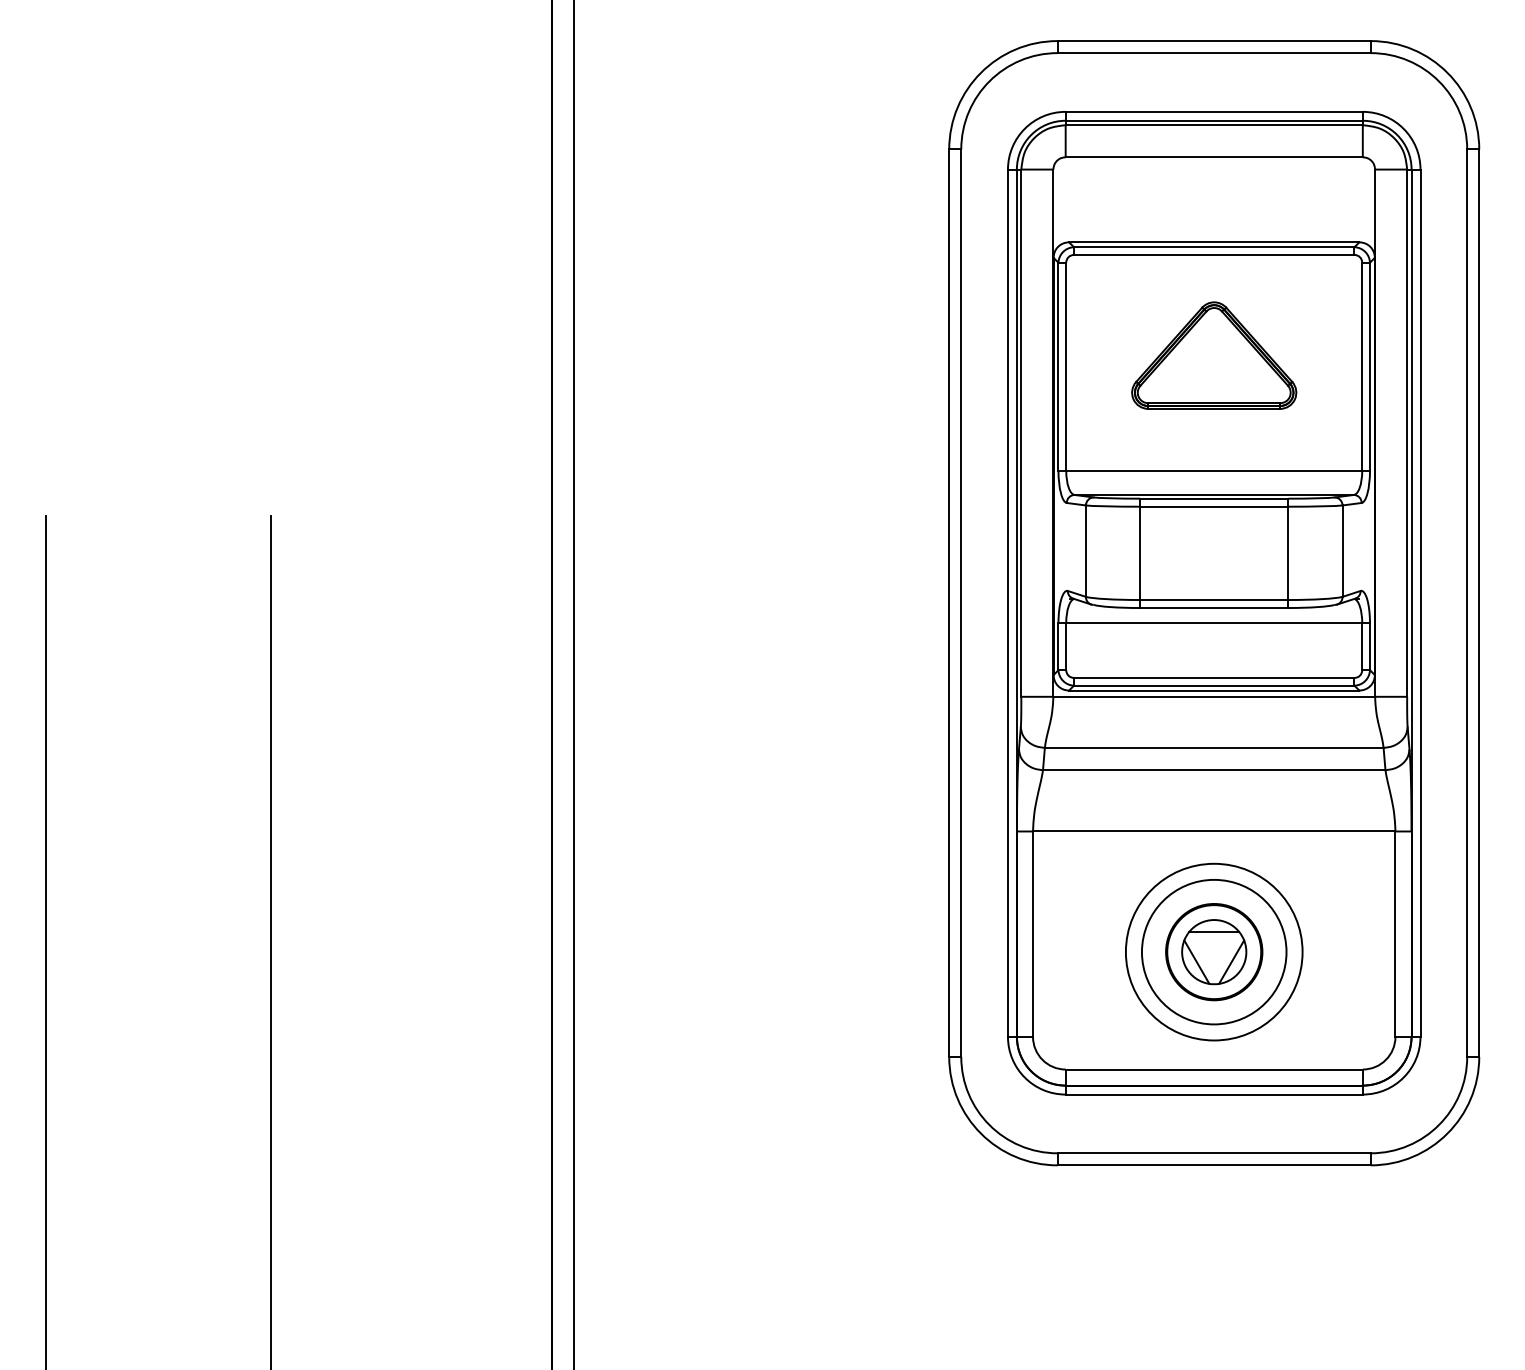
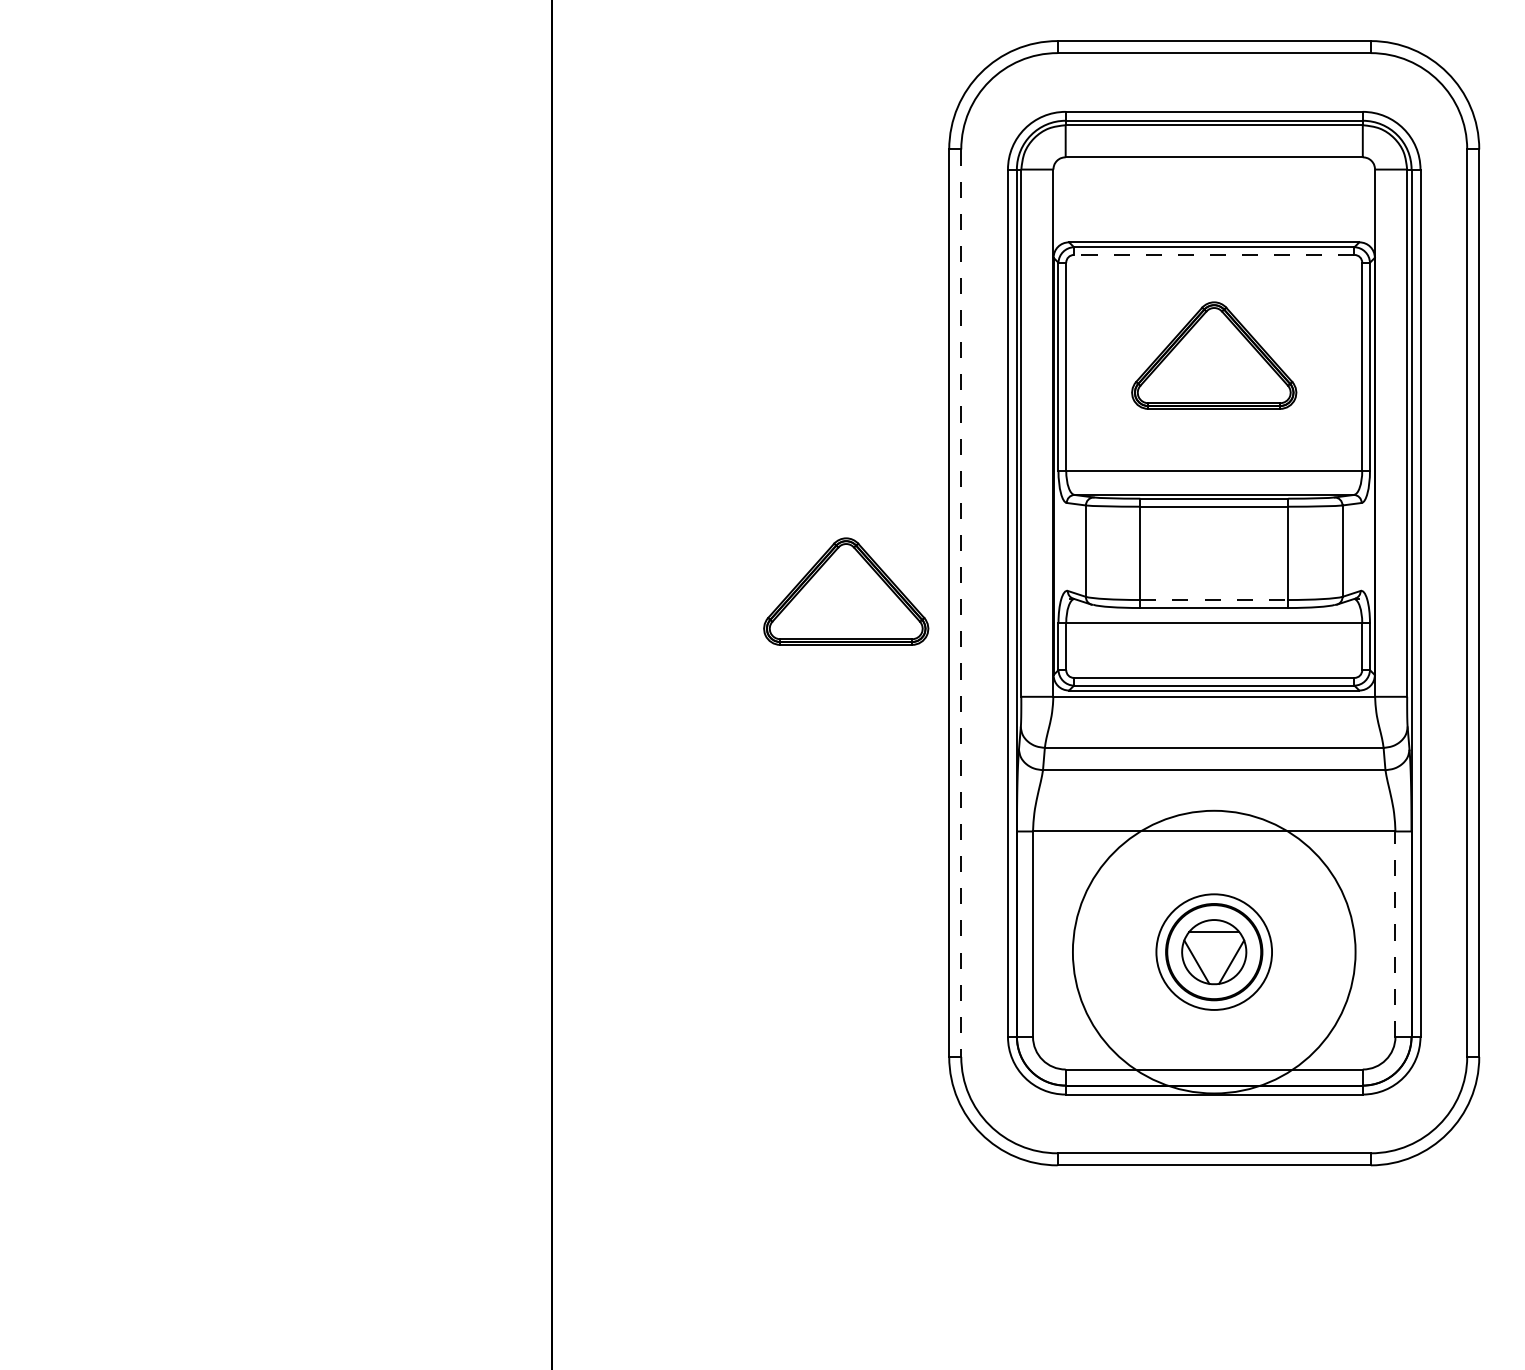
line at (1213, 254): solid -> dashed
part at (846, 591): none -> present
line at (1214, 600): solid -> dashed
line at (961, 603): solid -> dashed
line at (574, 684): present -> none
line at (1395, 934): solid -> dashed
line at (45, 940): present -> none
line at (270, 940): present -> none
circle at (1213, 951) diameter: 145 px -> 116 px
circle at (1213, 951) diameter: 177 px -> 283 px
